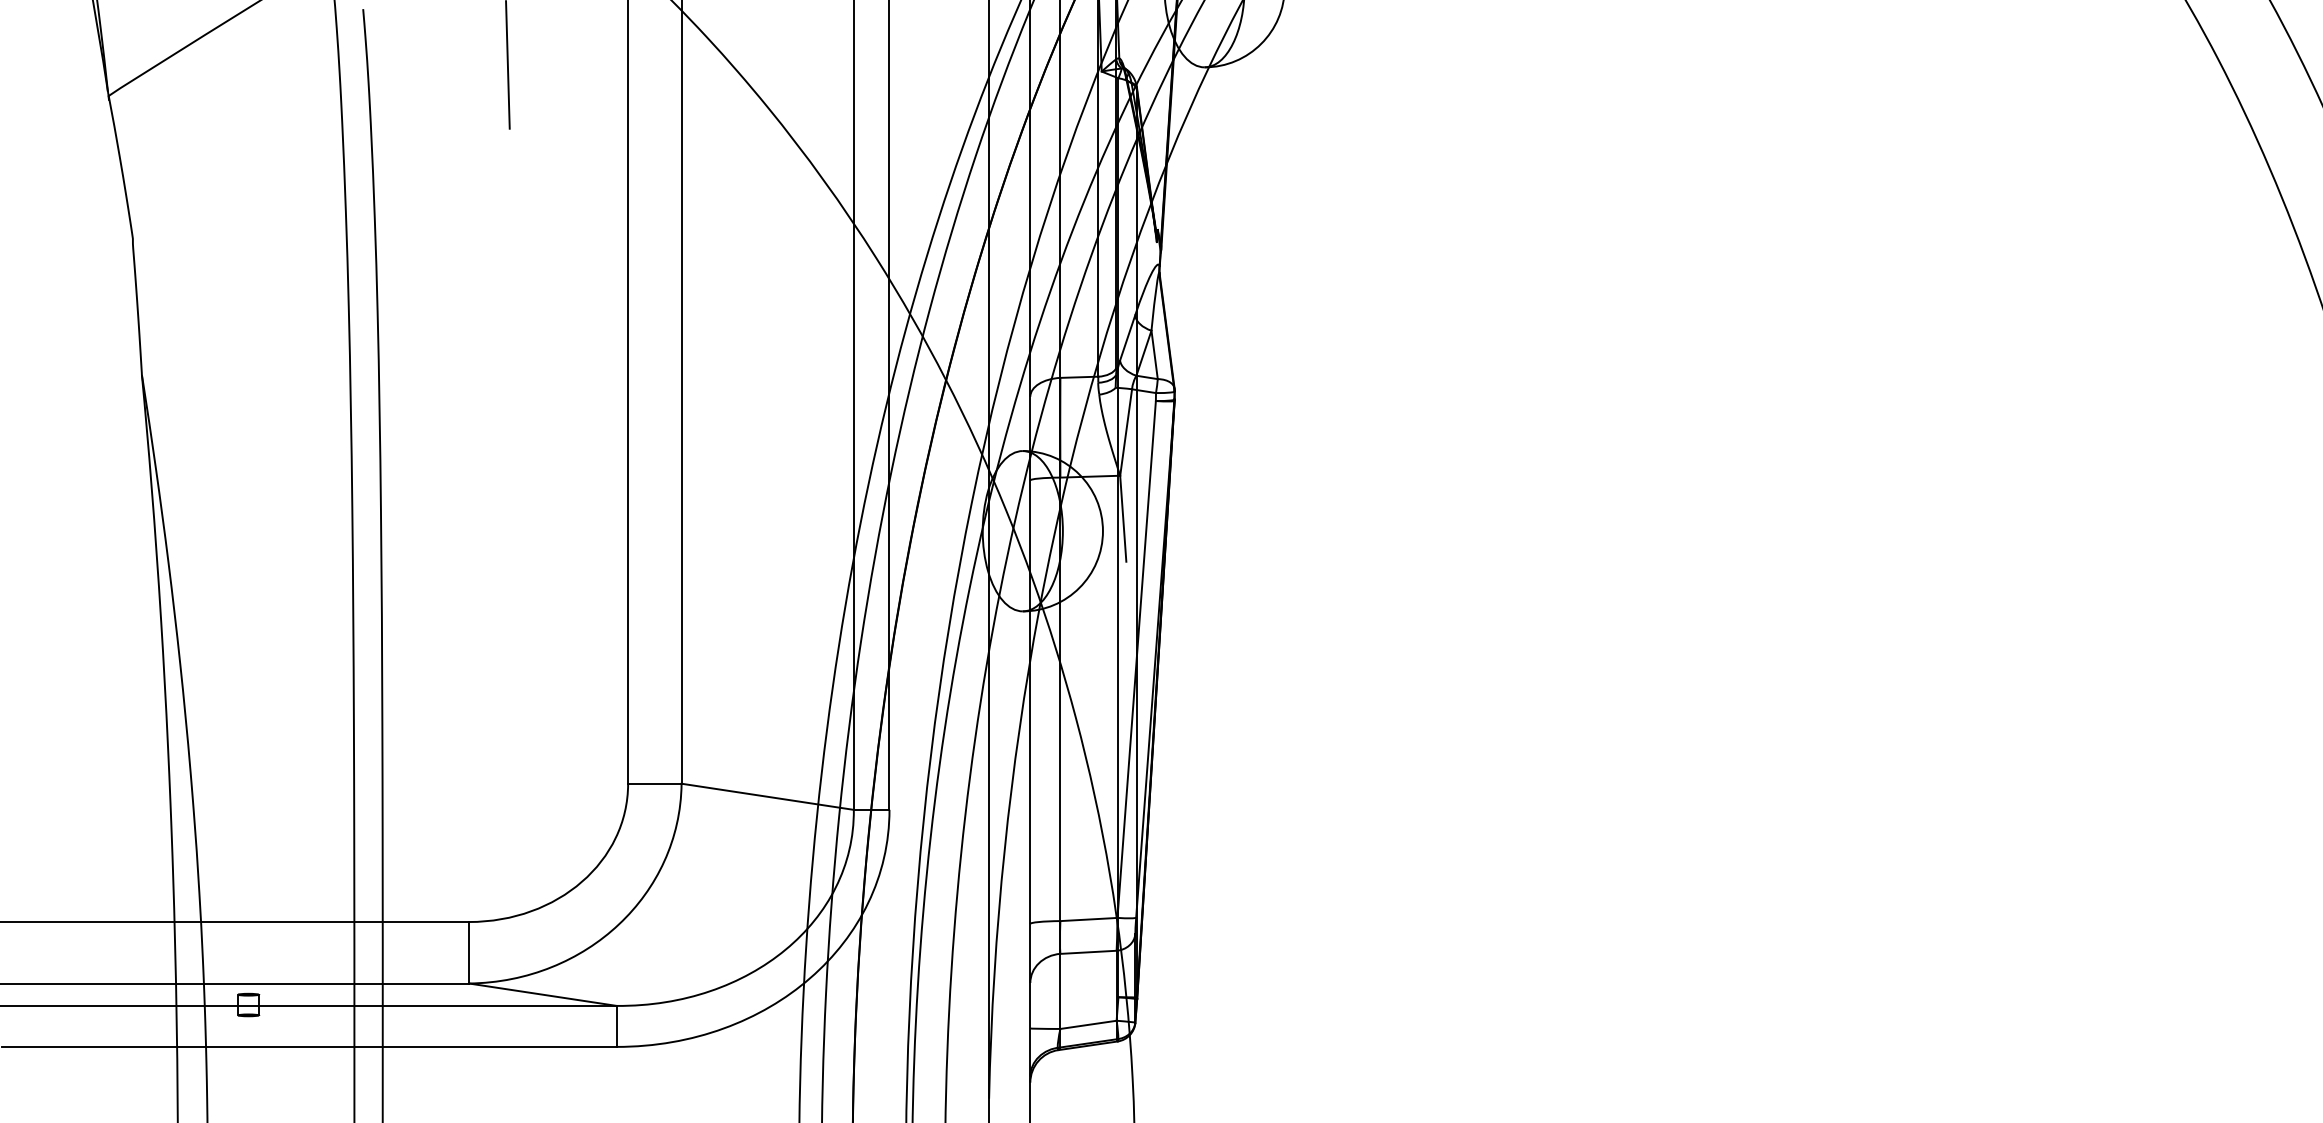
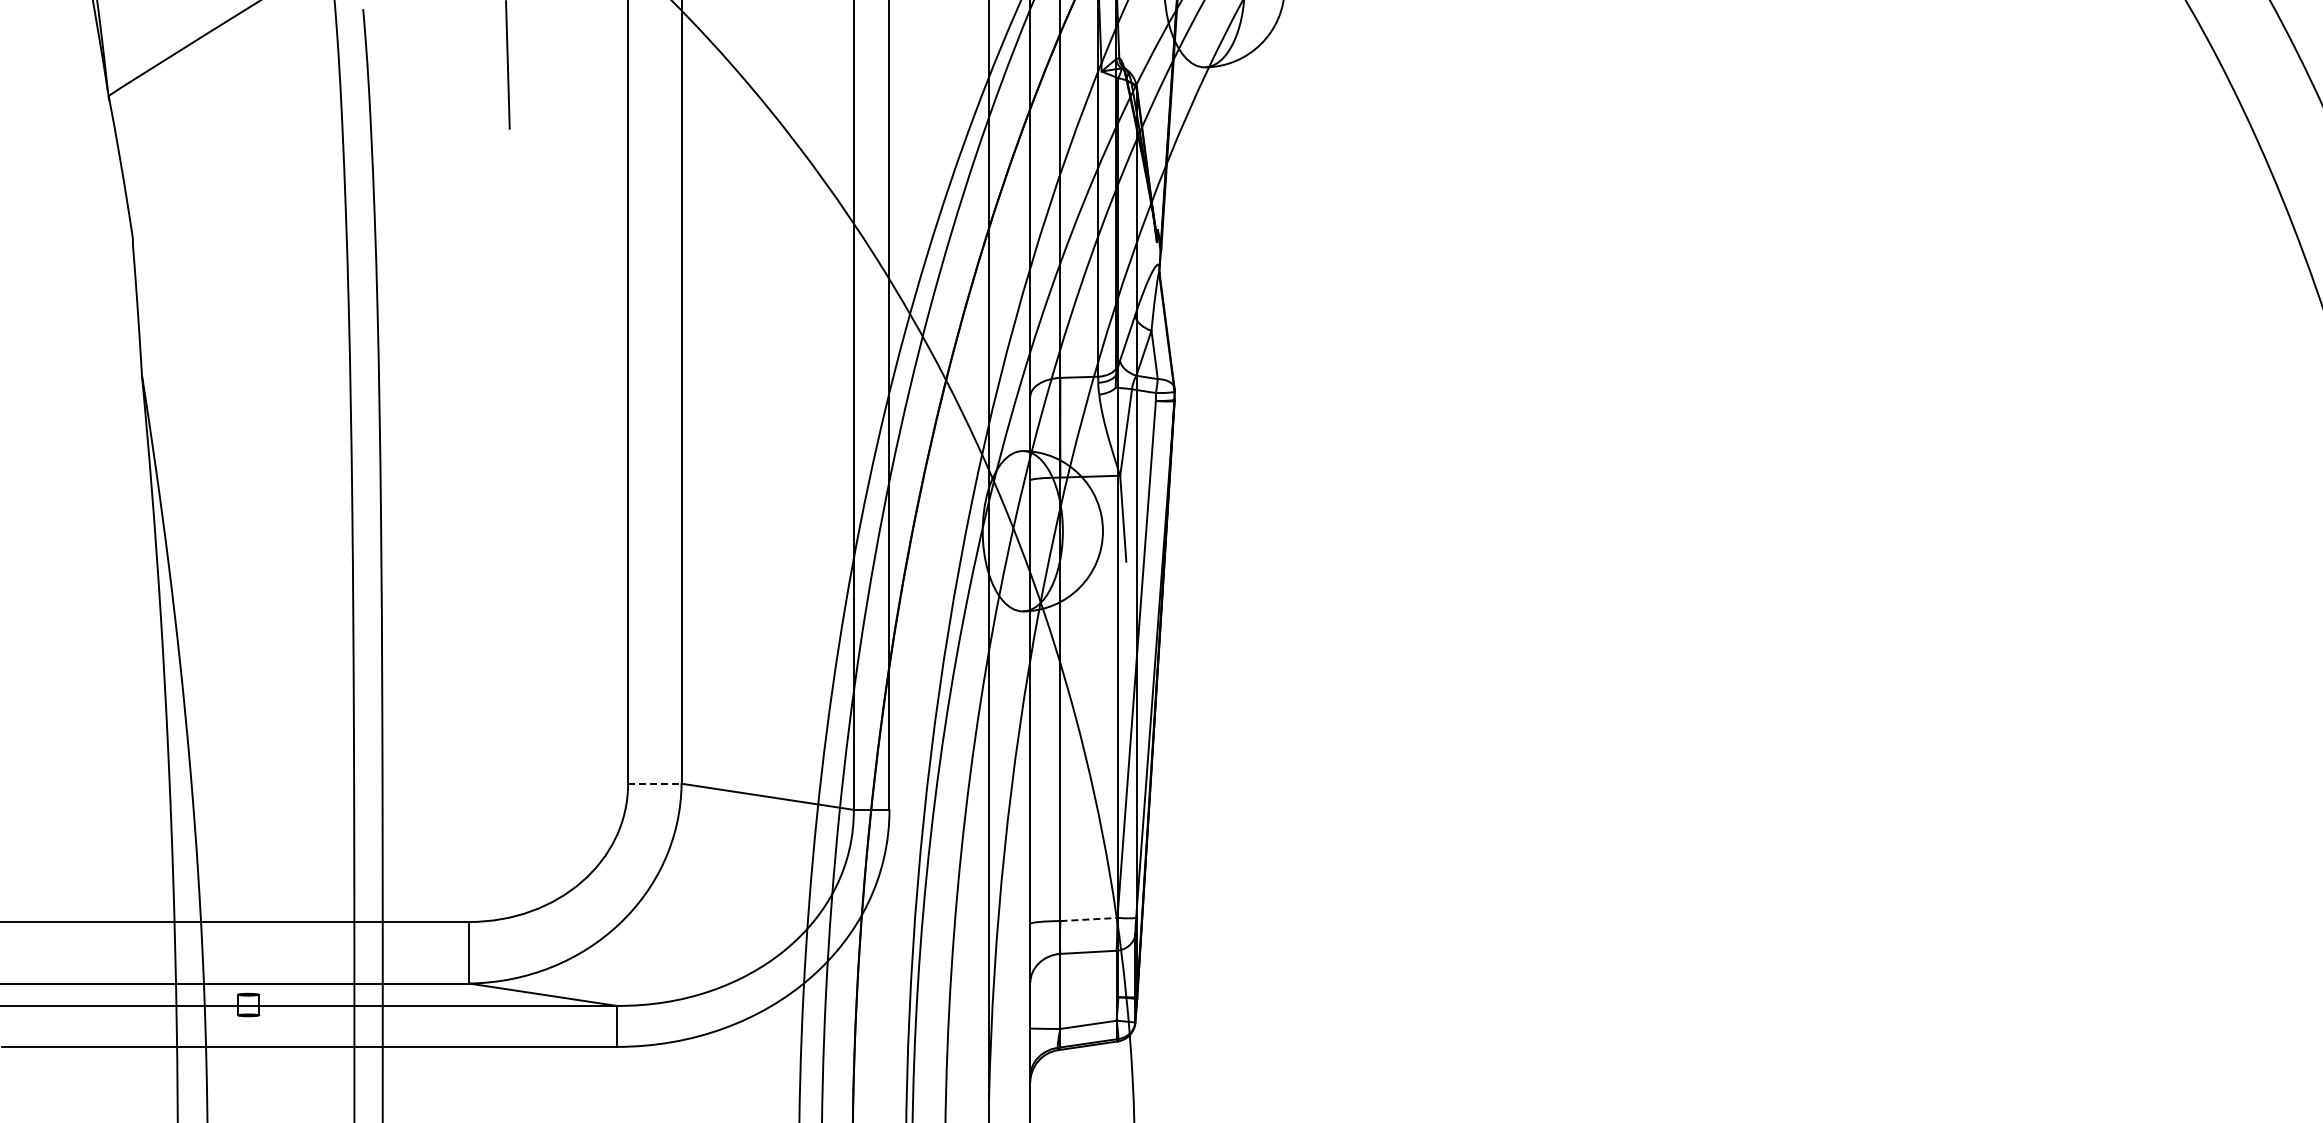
line at (654, 783): solid -> dashed
line at (1088, 919): solid -> dashed
